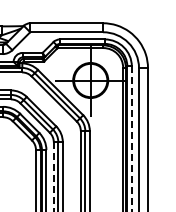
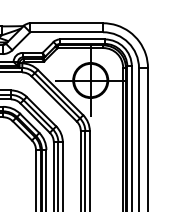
line at (131, 138): dashed -> solid
line at (53, 177): dashed -> solid
